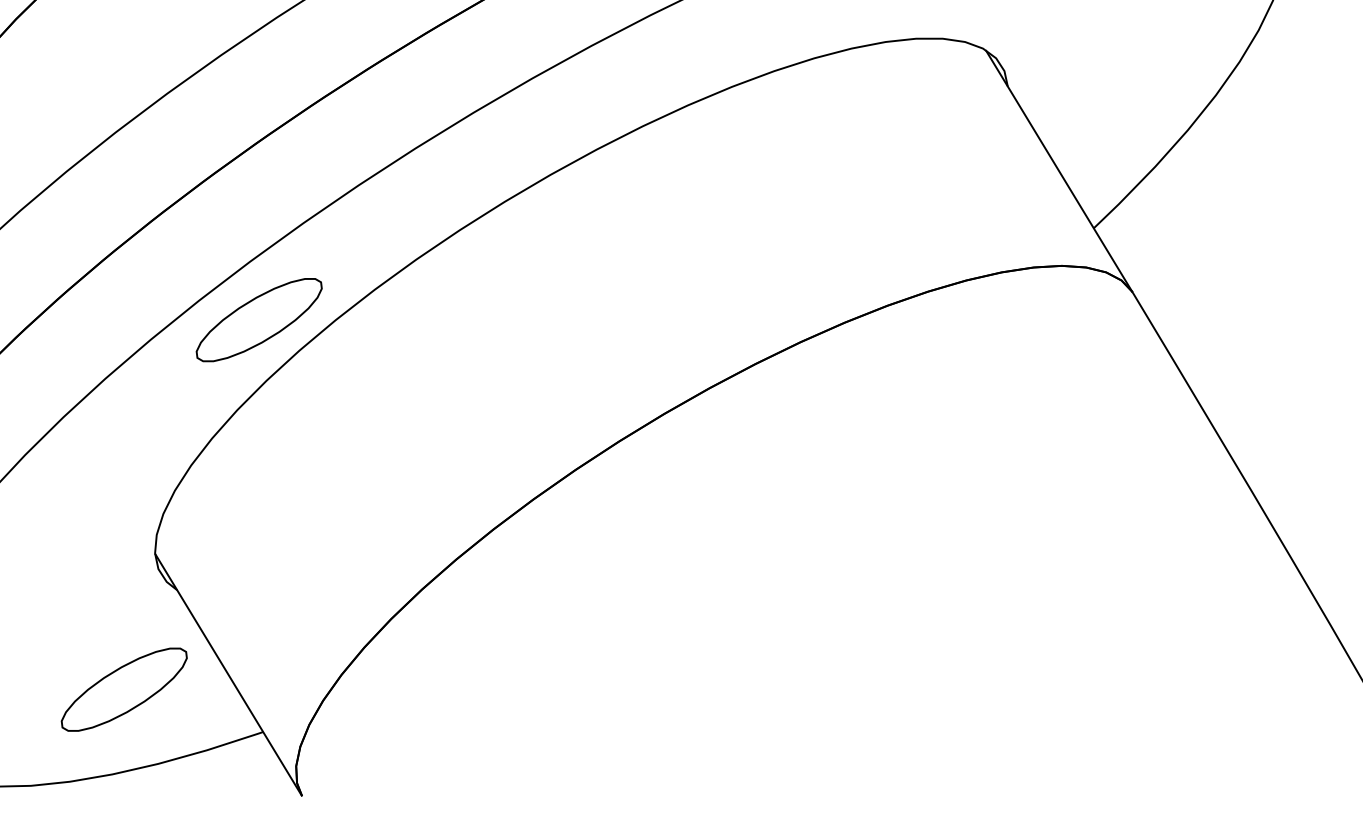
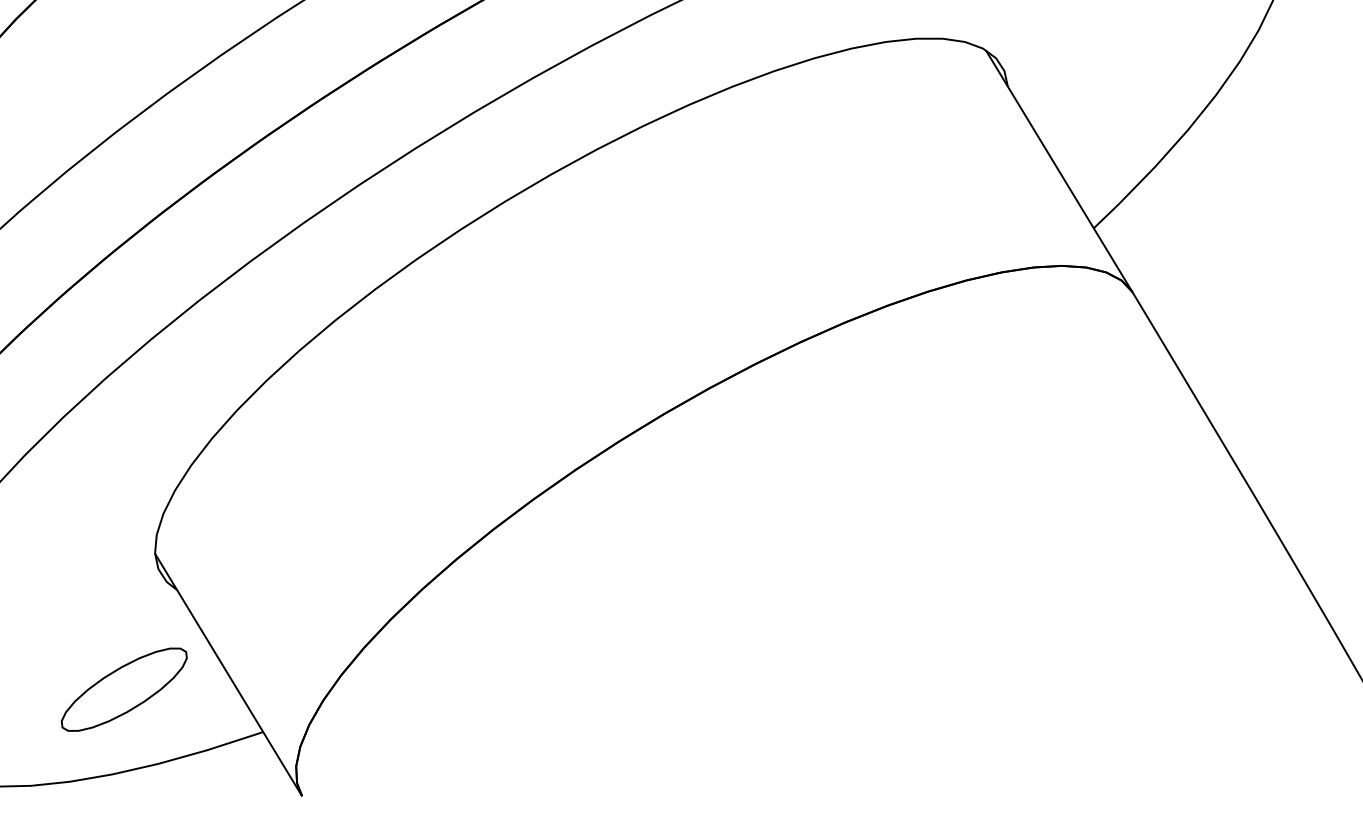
part at (258, 320): present -> none
